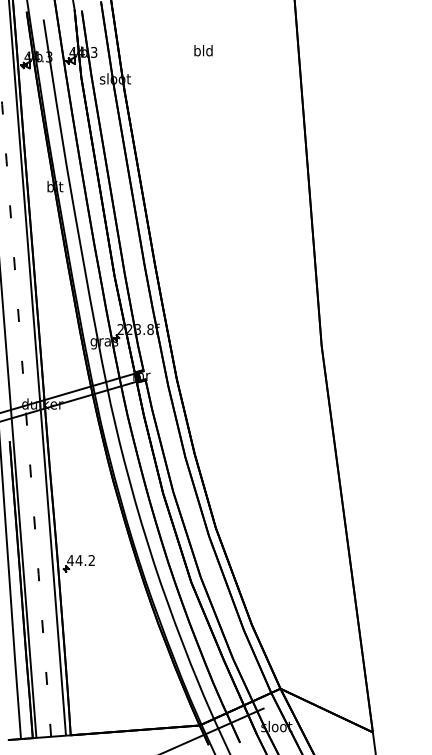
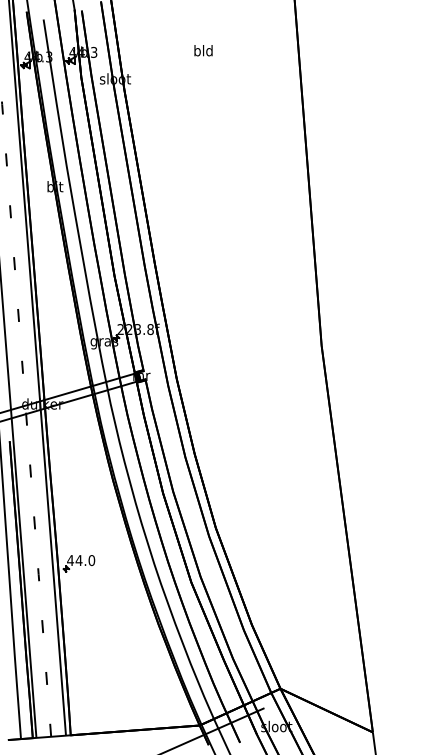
text at (91, 560): 44.2 -> 44.0
